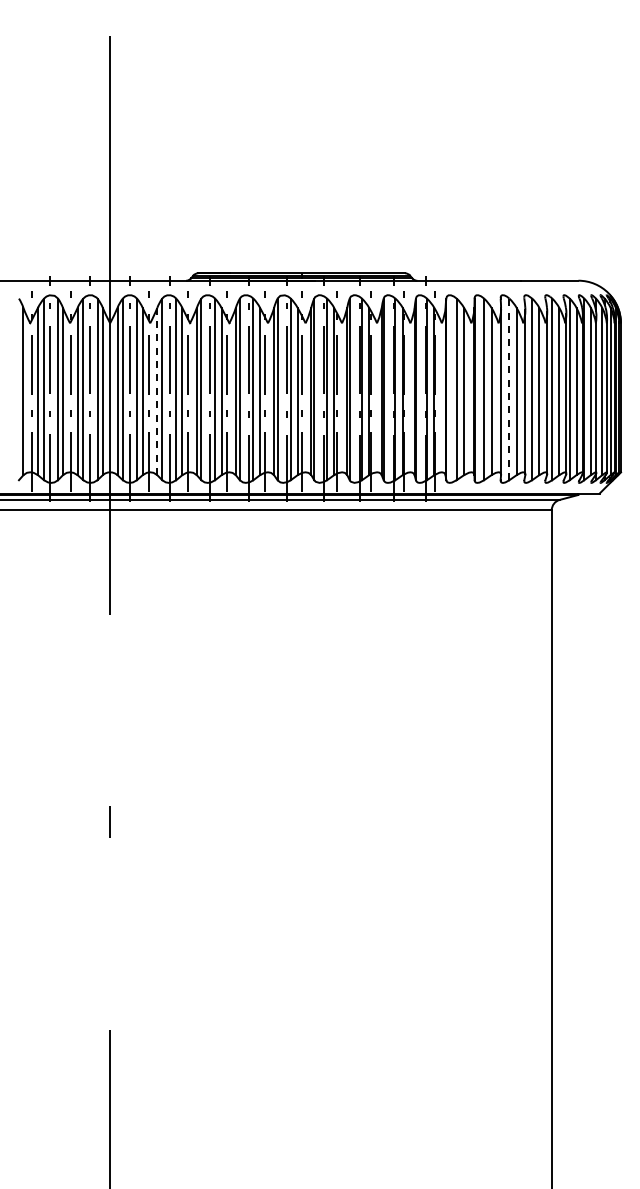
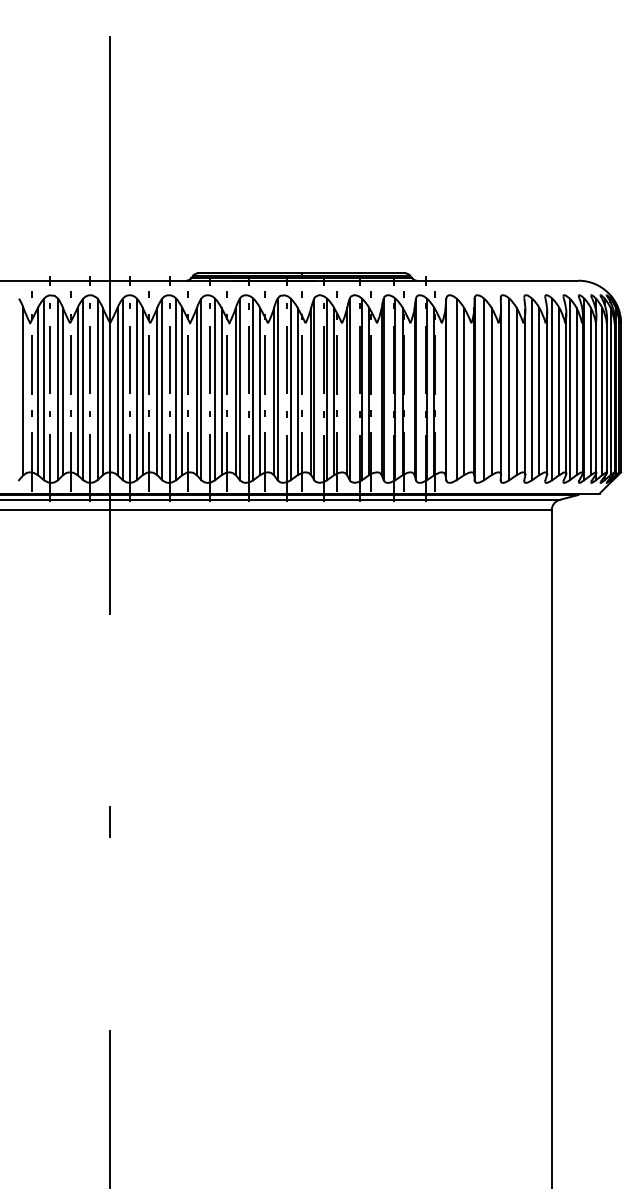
line at (509, 389): dashed -> solid
line at (157, 391): dashed -> solid
